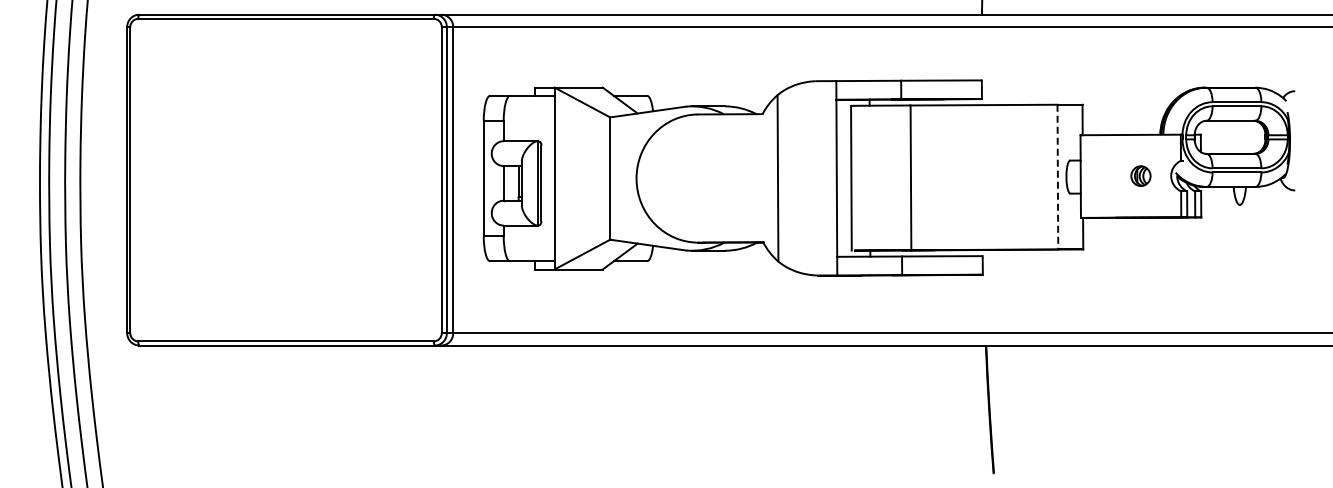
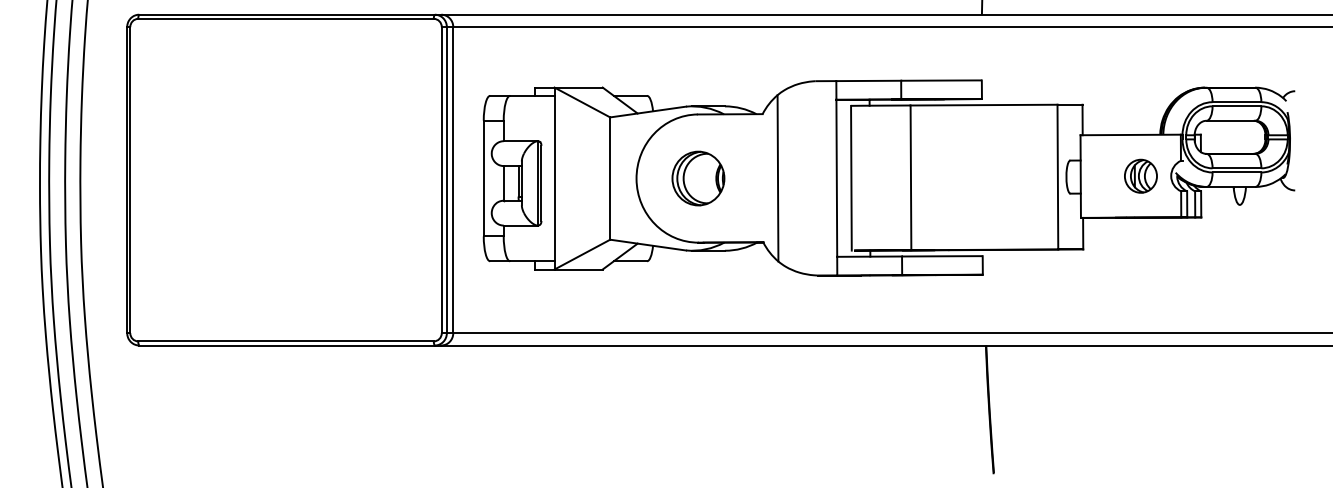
part at (1140, 175) size: 22x22 px -> 34x36 px
line at (1057, 177): dashed -> solid
part at (698, 178): none -> present
